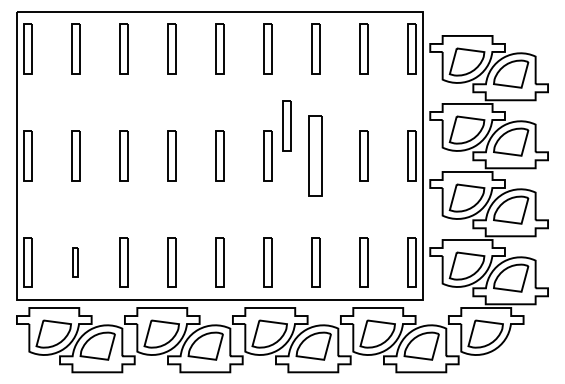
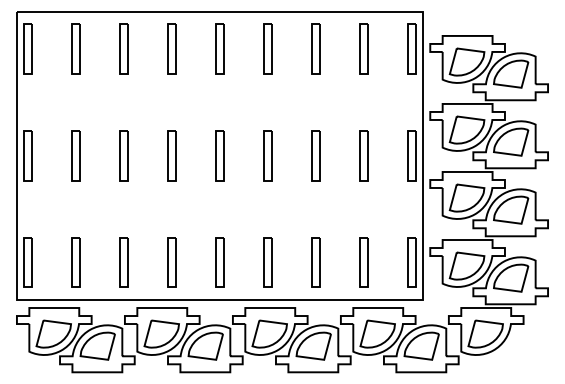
part at (286, 125): present -> none
part at (315, 155) size: 15x82 px -> 10x52 px
part at (75, 262) size: 7x31 px -> 10x51 px
